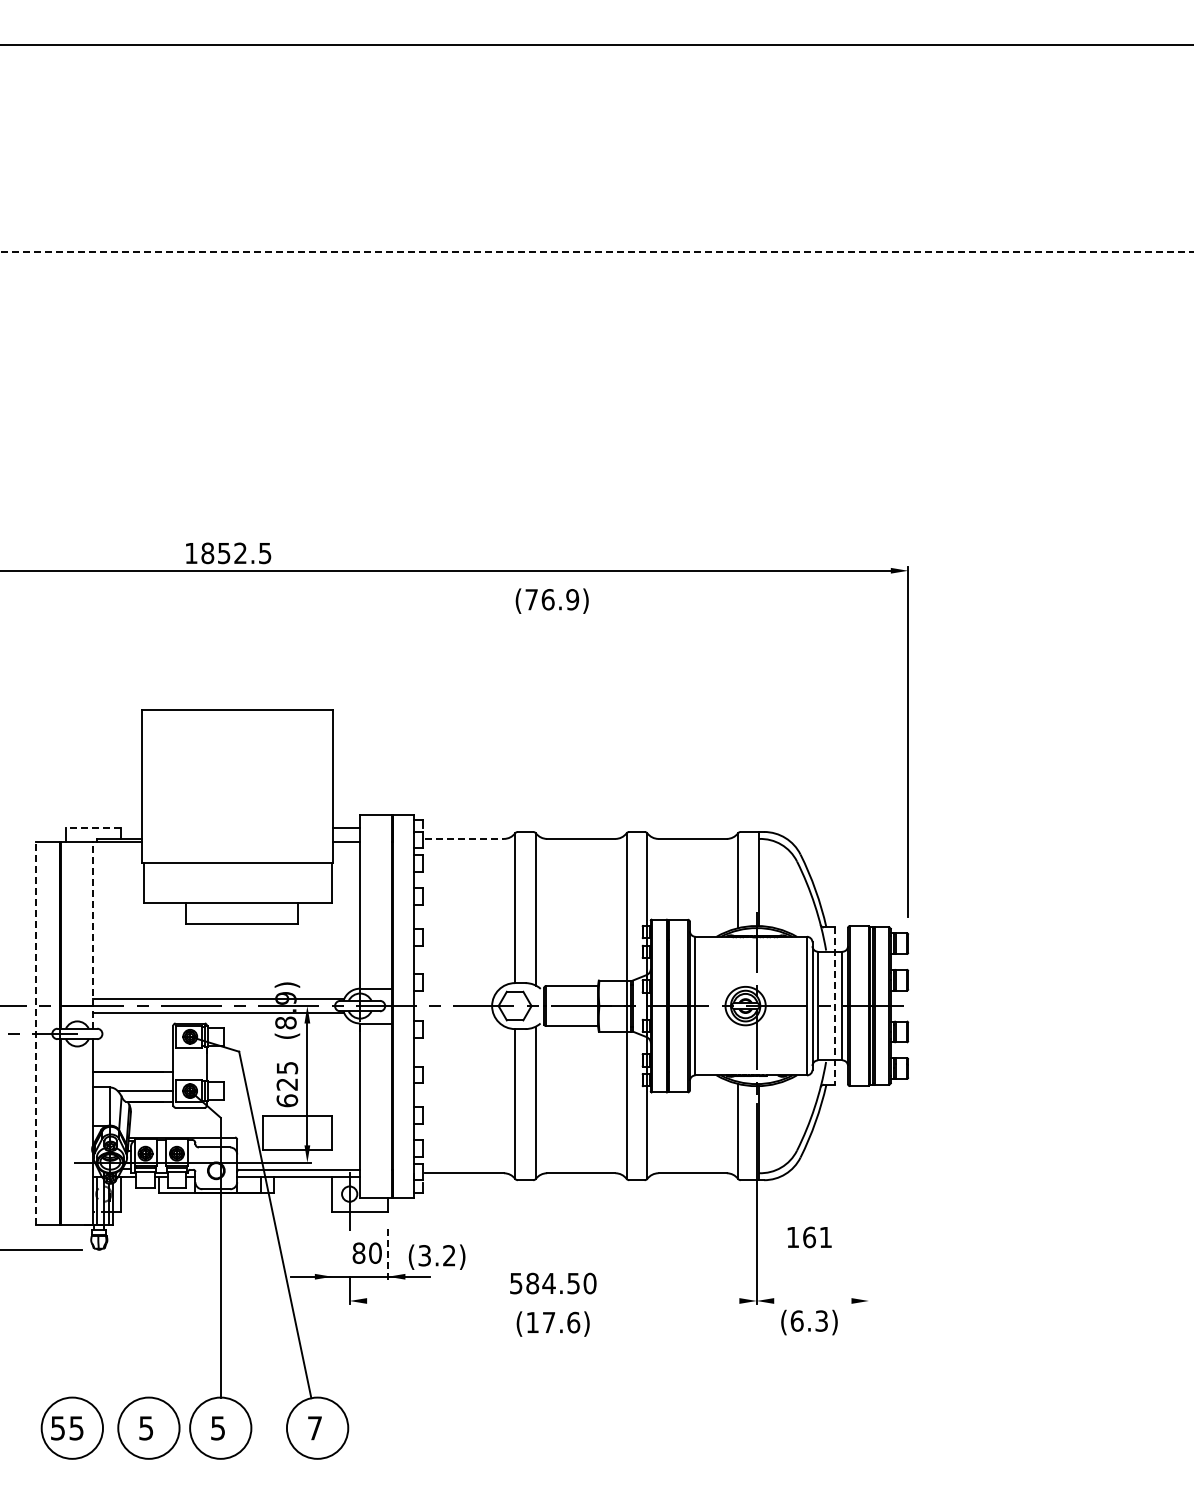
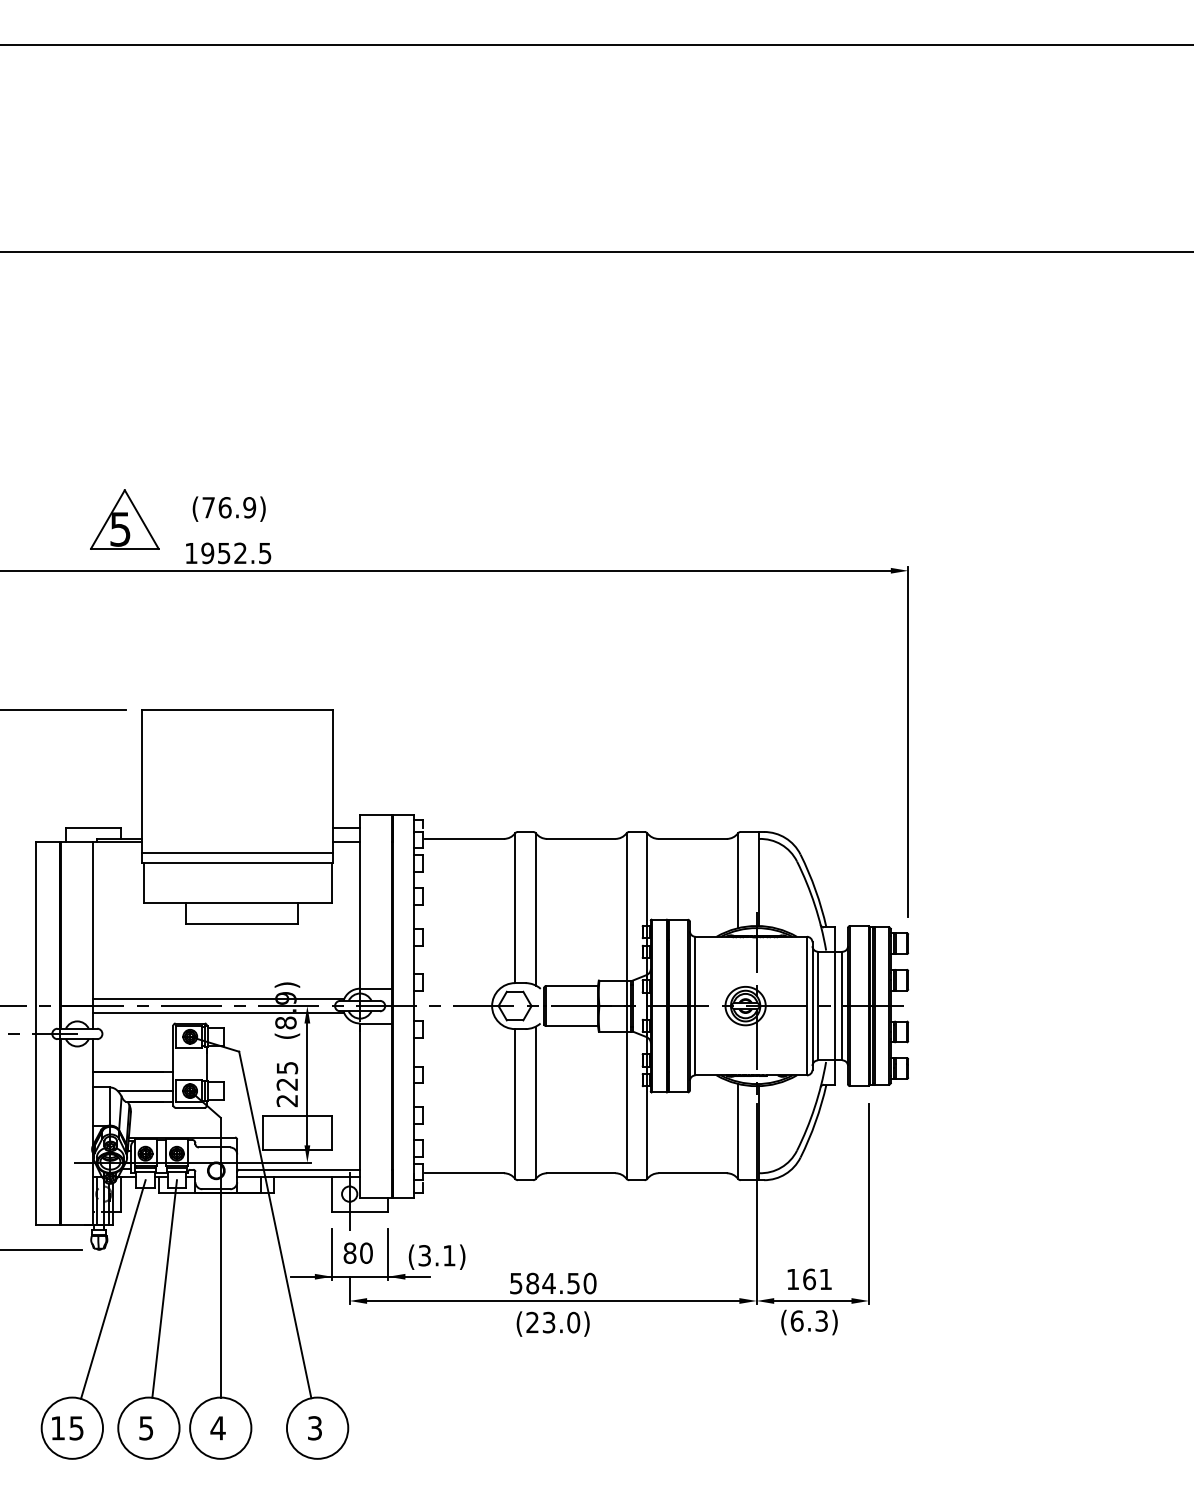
line at (597, 251): dashed -> solid
part at (124, 519): none -> present
text at (207, 553): 1852.5 -> 1952.5
text at (551, 600) position: (551, 600) -> (228, 508)
line at (63, 709): none -> present
line at (93, 828): dashed -> solid
line at (465, 838): dashed -> solid
line at (237, 852): none -> present
line at (93, 935): dashed -> solid
line at (835, 1006): dashed -> solid
line at (35, 1033): dashed -> solid
text at (287, 1100): 625 -> 225
line at (868, 1203): none -> present
text at (809, 1237) position: (809, 1237) -> (809, 1279)
text at (366, 1252) position: (366, 1252) -> (357, 1252)
line at (332, 1254): none -> present
line at (388, 1254): dashed -> solid
text at (449, 1255): (3.2) -> (3.1)
line at (164, 1288): none -> present
line at (113, 1289): none -> present
line at (553, 1300): none -> present
line at (812, 1300): none -> present
text at (553, 1322): (17.6) -> (23.0)
text at (57, 1428): 55 -> 15
text at (217, 1428): 5 -> 4
text at (314, 1428): 7 -> 3
